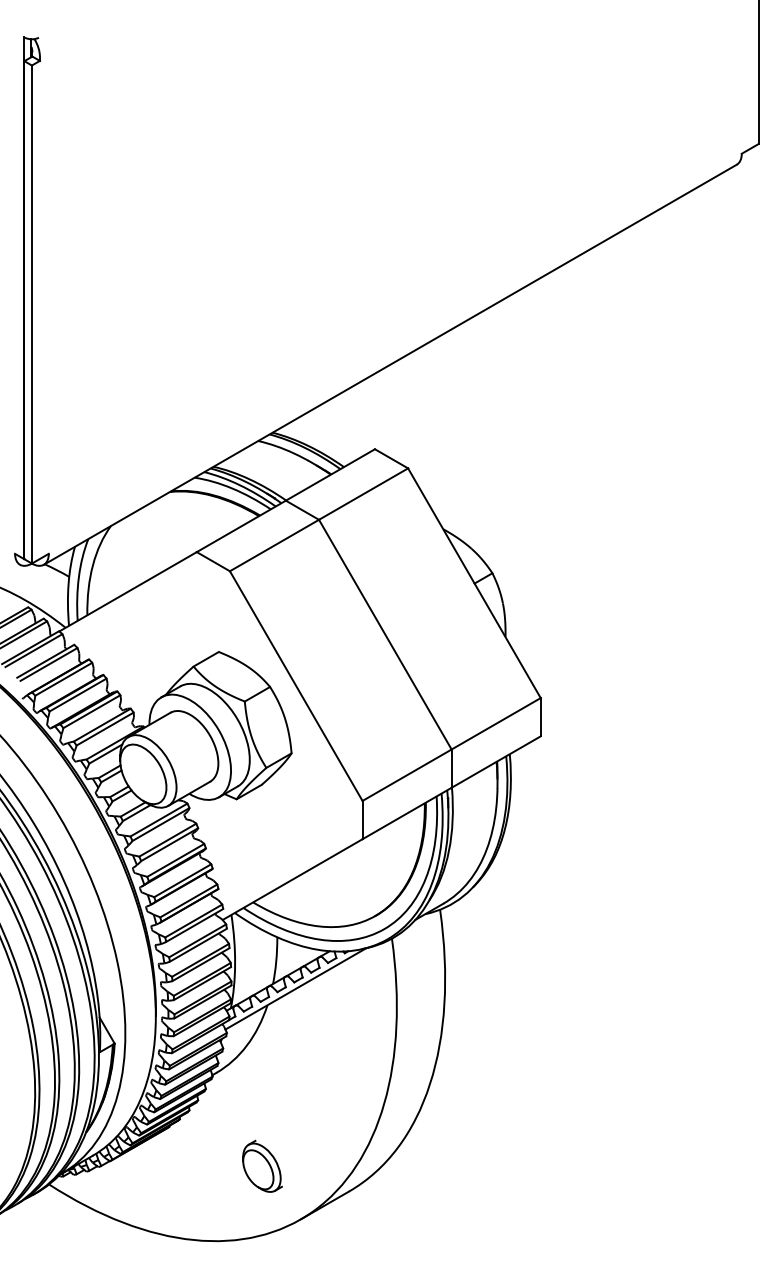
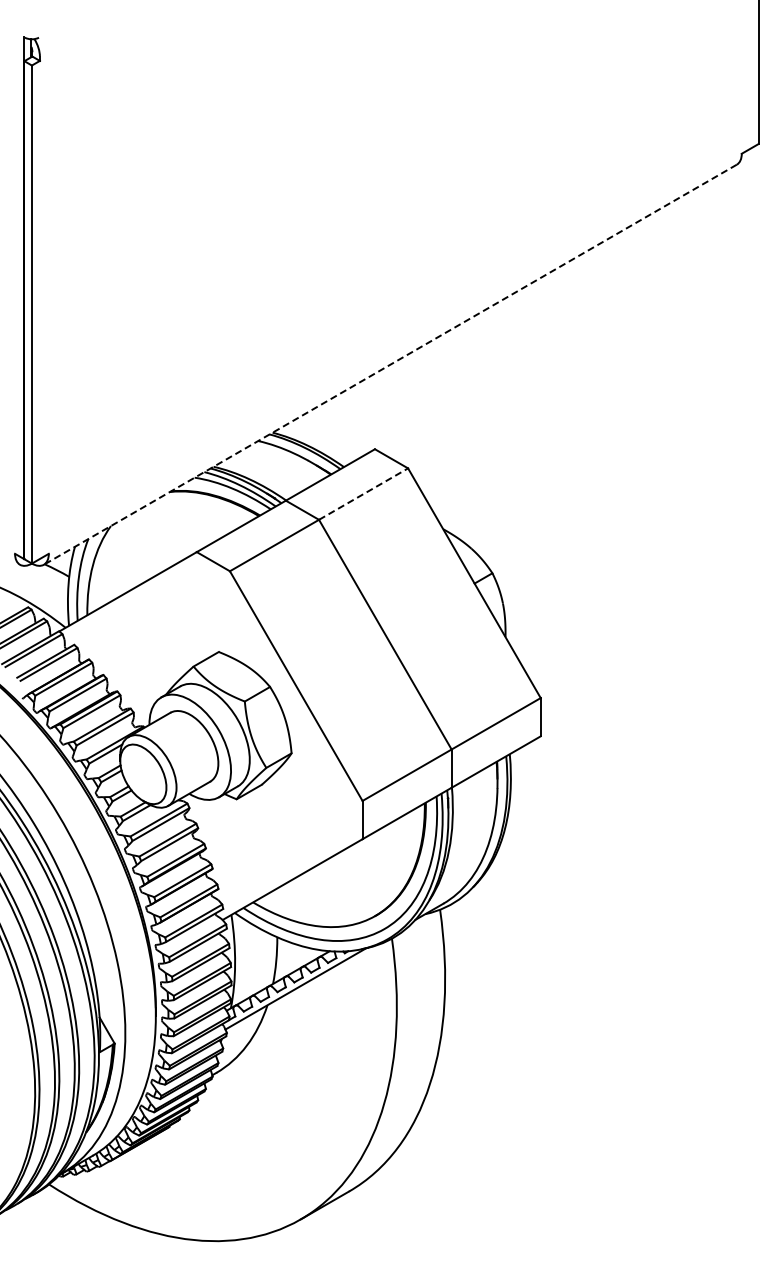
line at (389, 364): solid -> dashed
line at (364, 493): solid -> dashed
part at (262, 1165): present -> none
